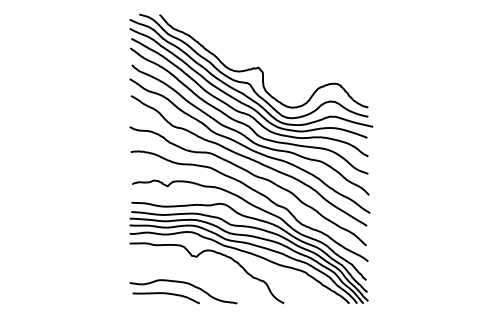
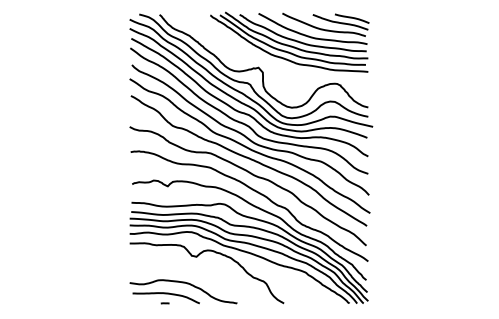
part at (289, 41): none -> present
line at (164, 303): none -> present
